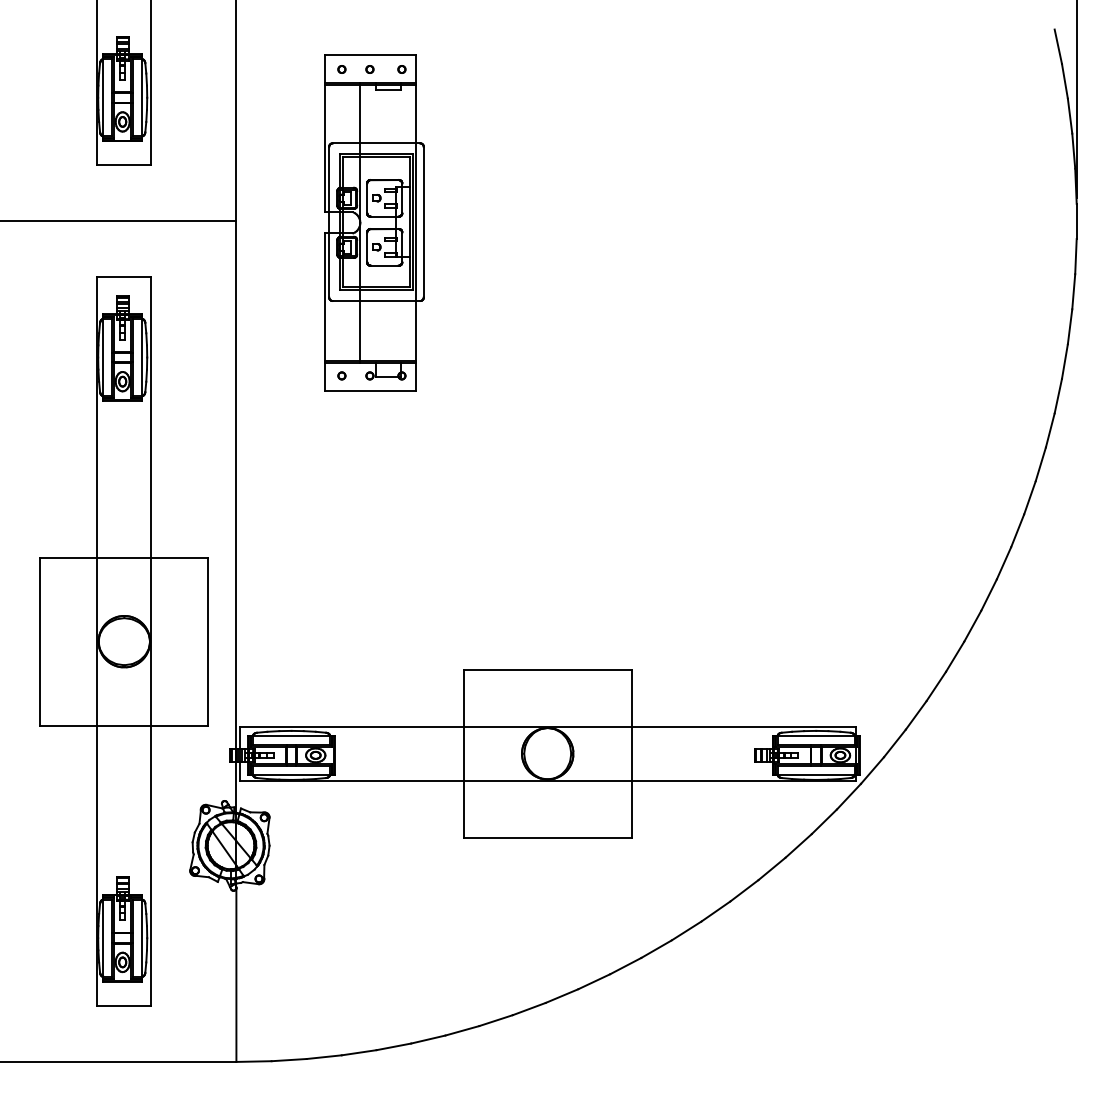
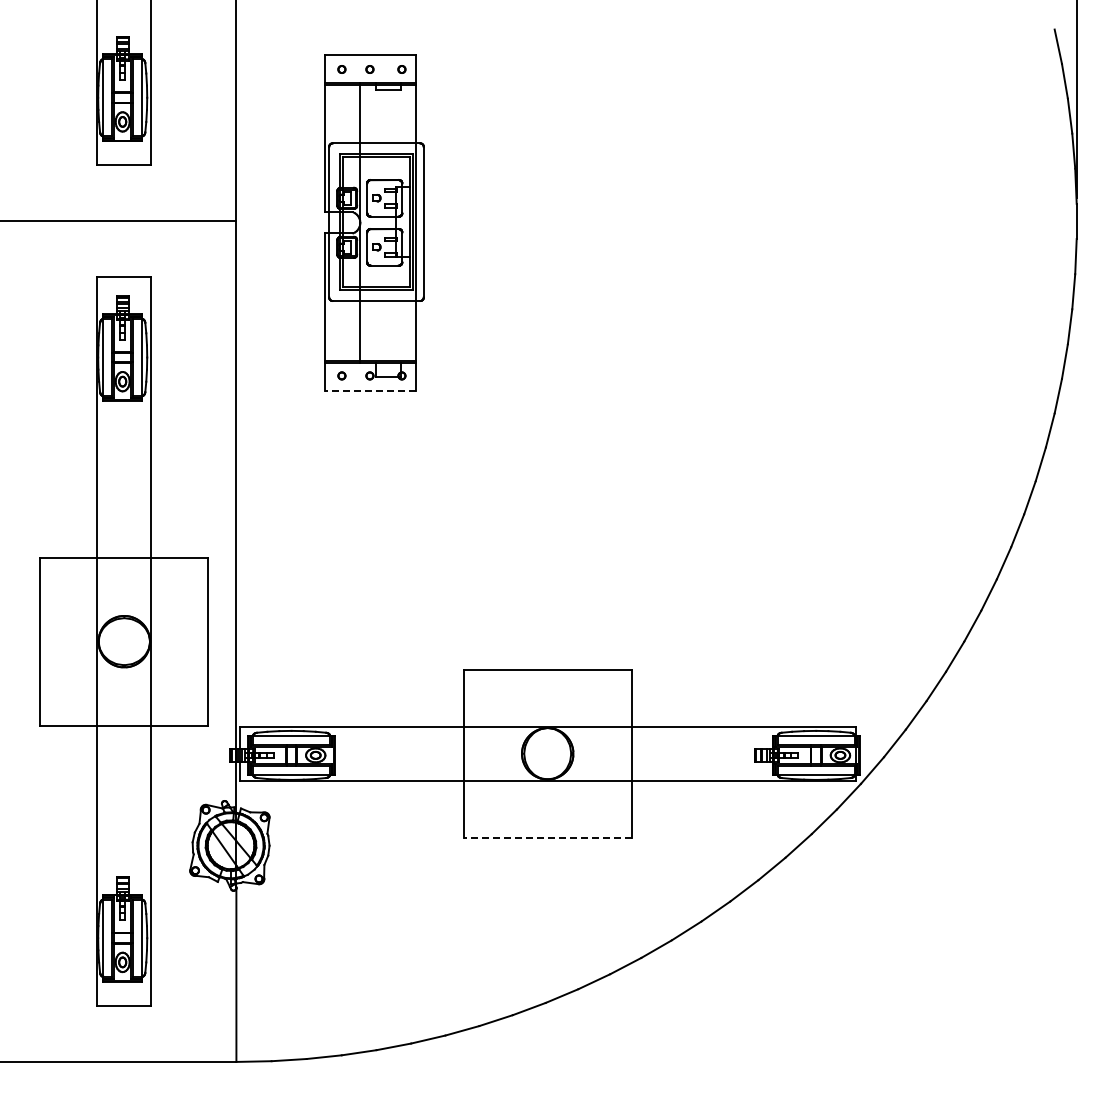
line at (370, 390): solid -> dashed
line at (547, 837): solid -> dashed
